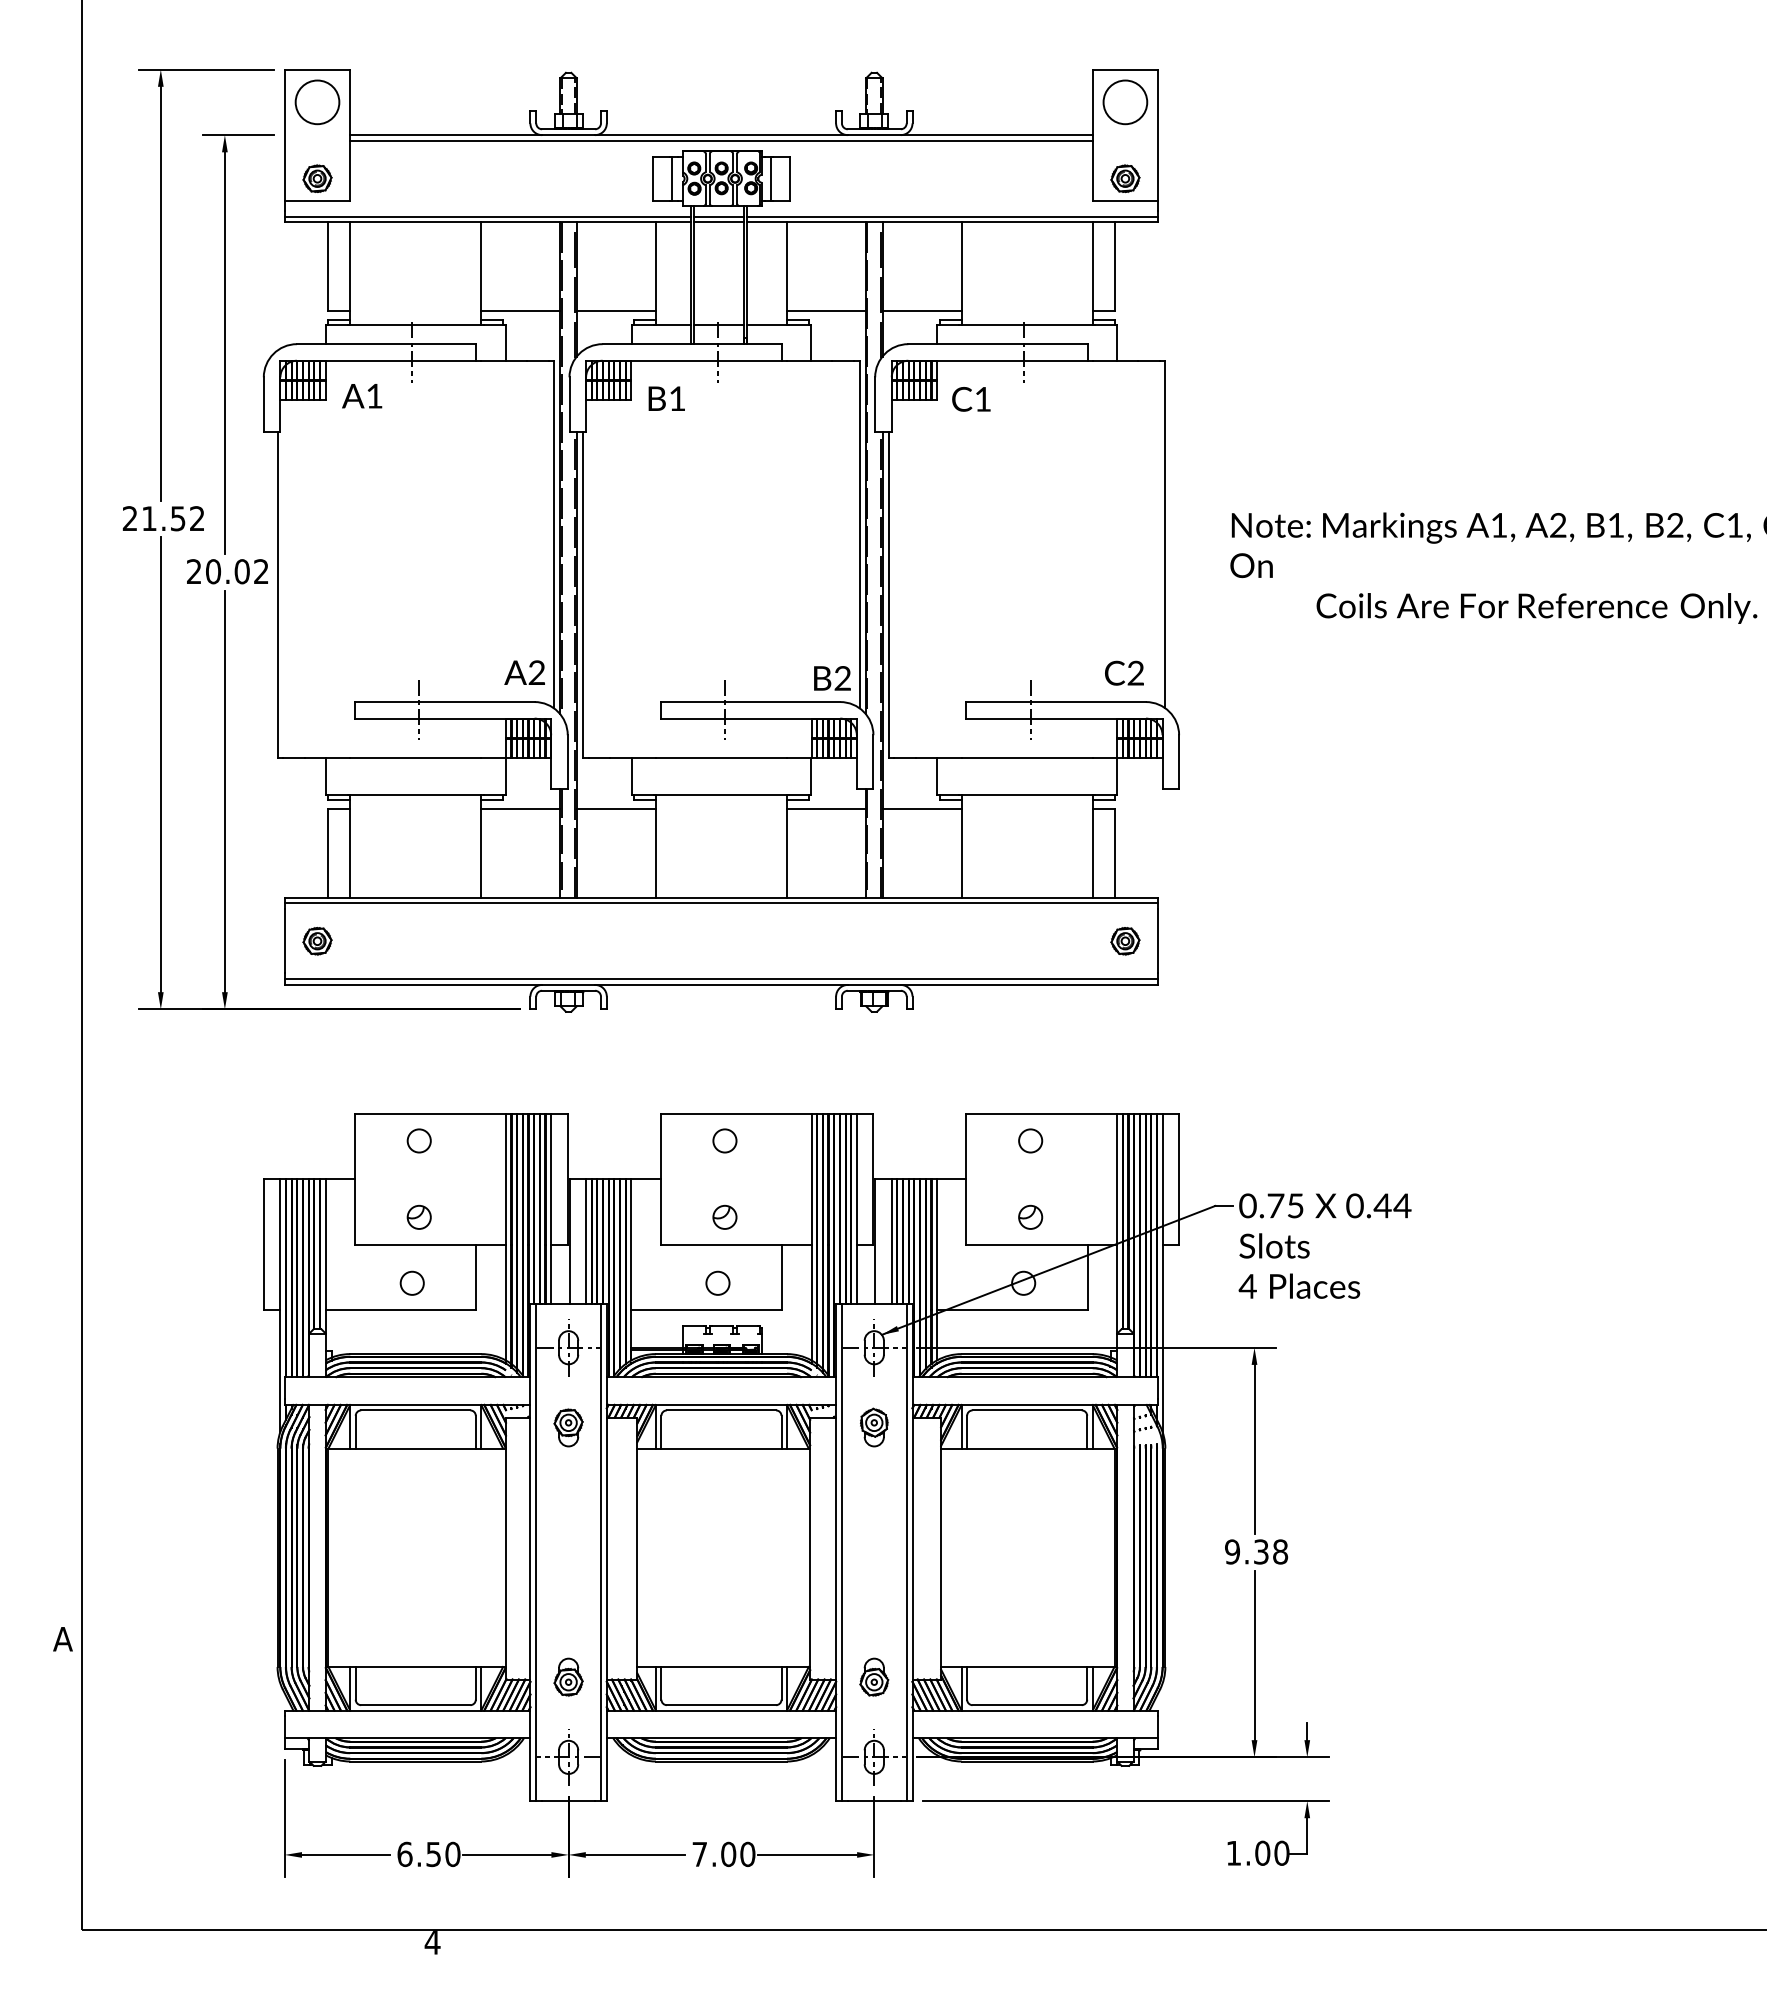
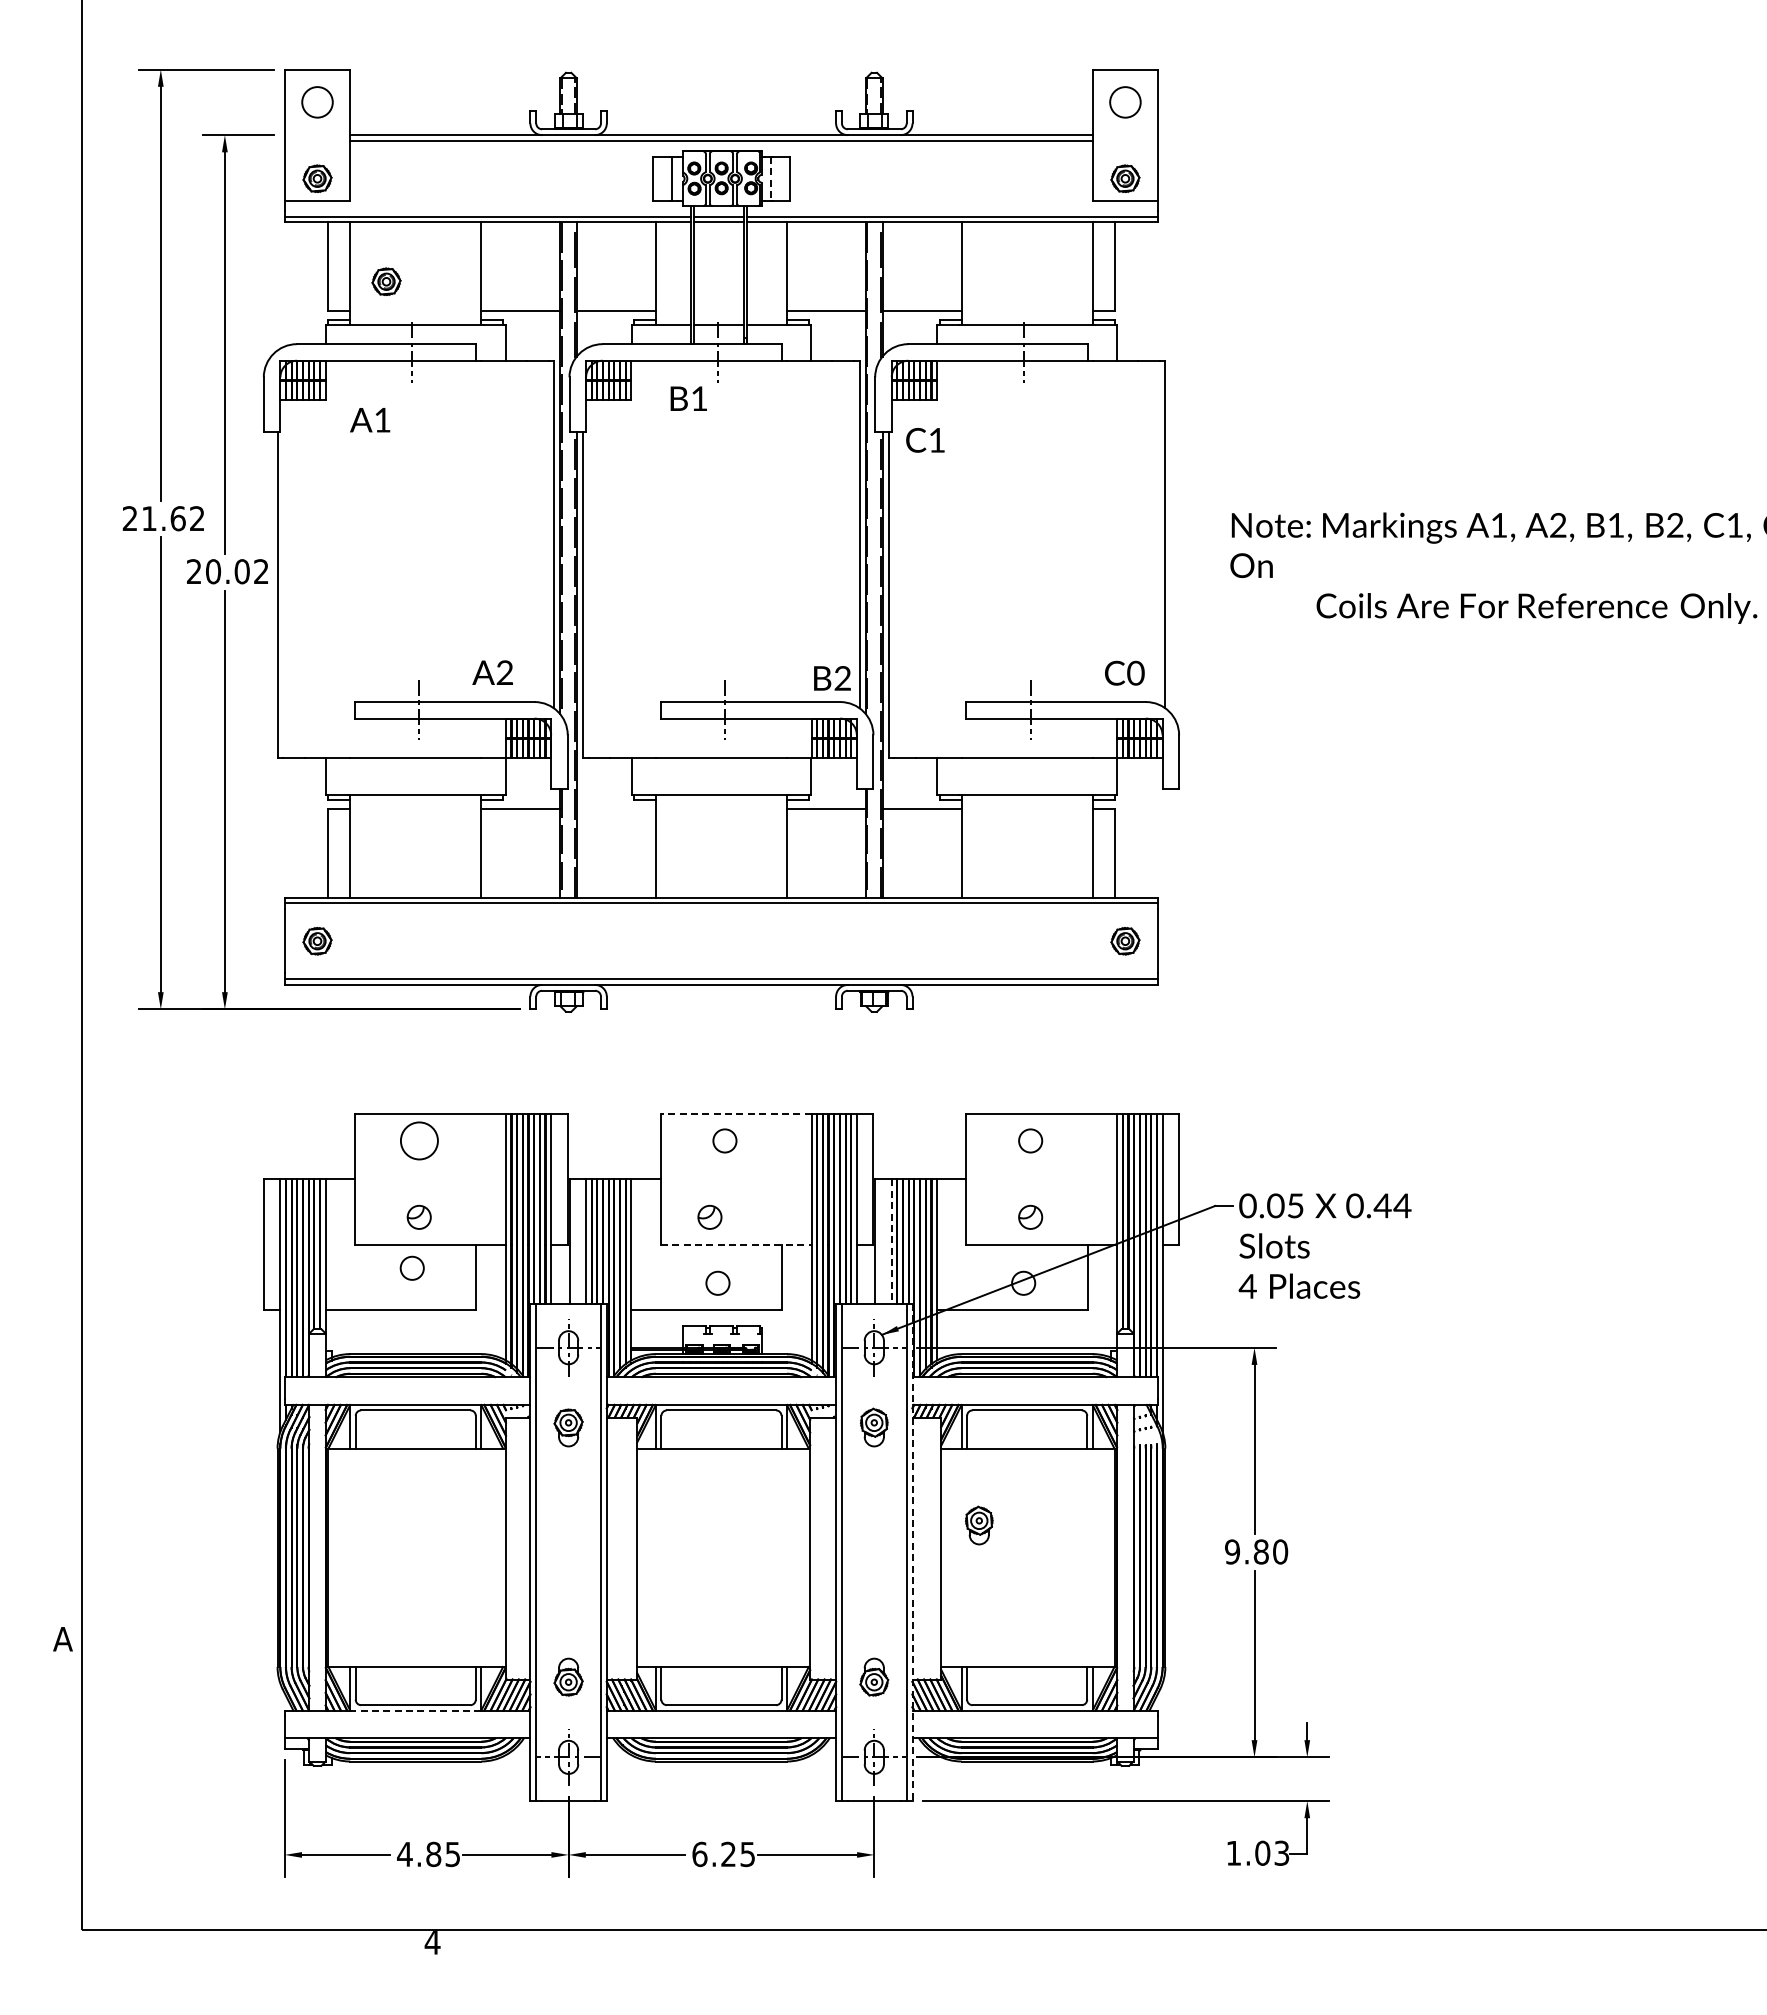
circle at (317, 102) diameter: 44 px -> 31 px
circle at (1125, 102) size: 47x47 px -> 33x33 px
line at (770, 178): solid -> dashed
part at (386, 281): none -> present
text at (362, 396) position: (362, 396) -> (370, 420)
text at (666, 398) position: (666, 398) -> (688, 398)
text at (971, 399) position: (971, 399) -> (925, 440)
text at (177, 518): 21.52 -> 21.62
text at (524, 672) position: (524, 672) -> (492, 672)
text at (1135, 673): C2 -> C0
line at (615, 808): present -> none
line at (735, 1113): solid -> dashed
circle at (418, 1140) size: 26x26 px -> 39x40 px
text at (1275, 1205): 0.75 -> 0.05
part at (724, 1216) position: (724, 1216) -> (709, 1216)
line at (891, 1242): solid -> dashed
line at (736, 1244): solid -> dashed
circle at (411, 1282) position: (411, 1282) -> (411, 1267)
part at (979, 1525): none -> present
text at (1270, 1551): 9.38 -> 9.80
line at (912, 1553): solid -> dashed
line at (415, 1710): solid -> dashed
text at (1281, 1852): 1.00 -> 1.03
text at (428, 1854): 6.50 -> 4.85
text at (723, 1854): 7.00 -> 6.25
